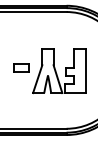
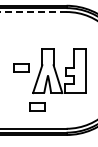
line at (33, 12): solid -> dashed
part at (37, 106): none -> present
